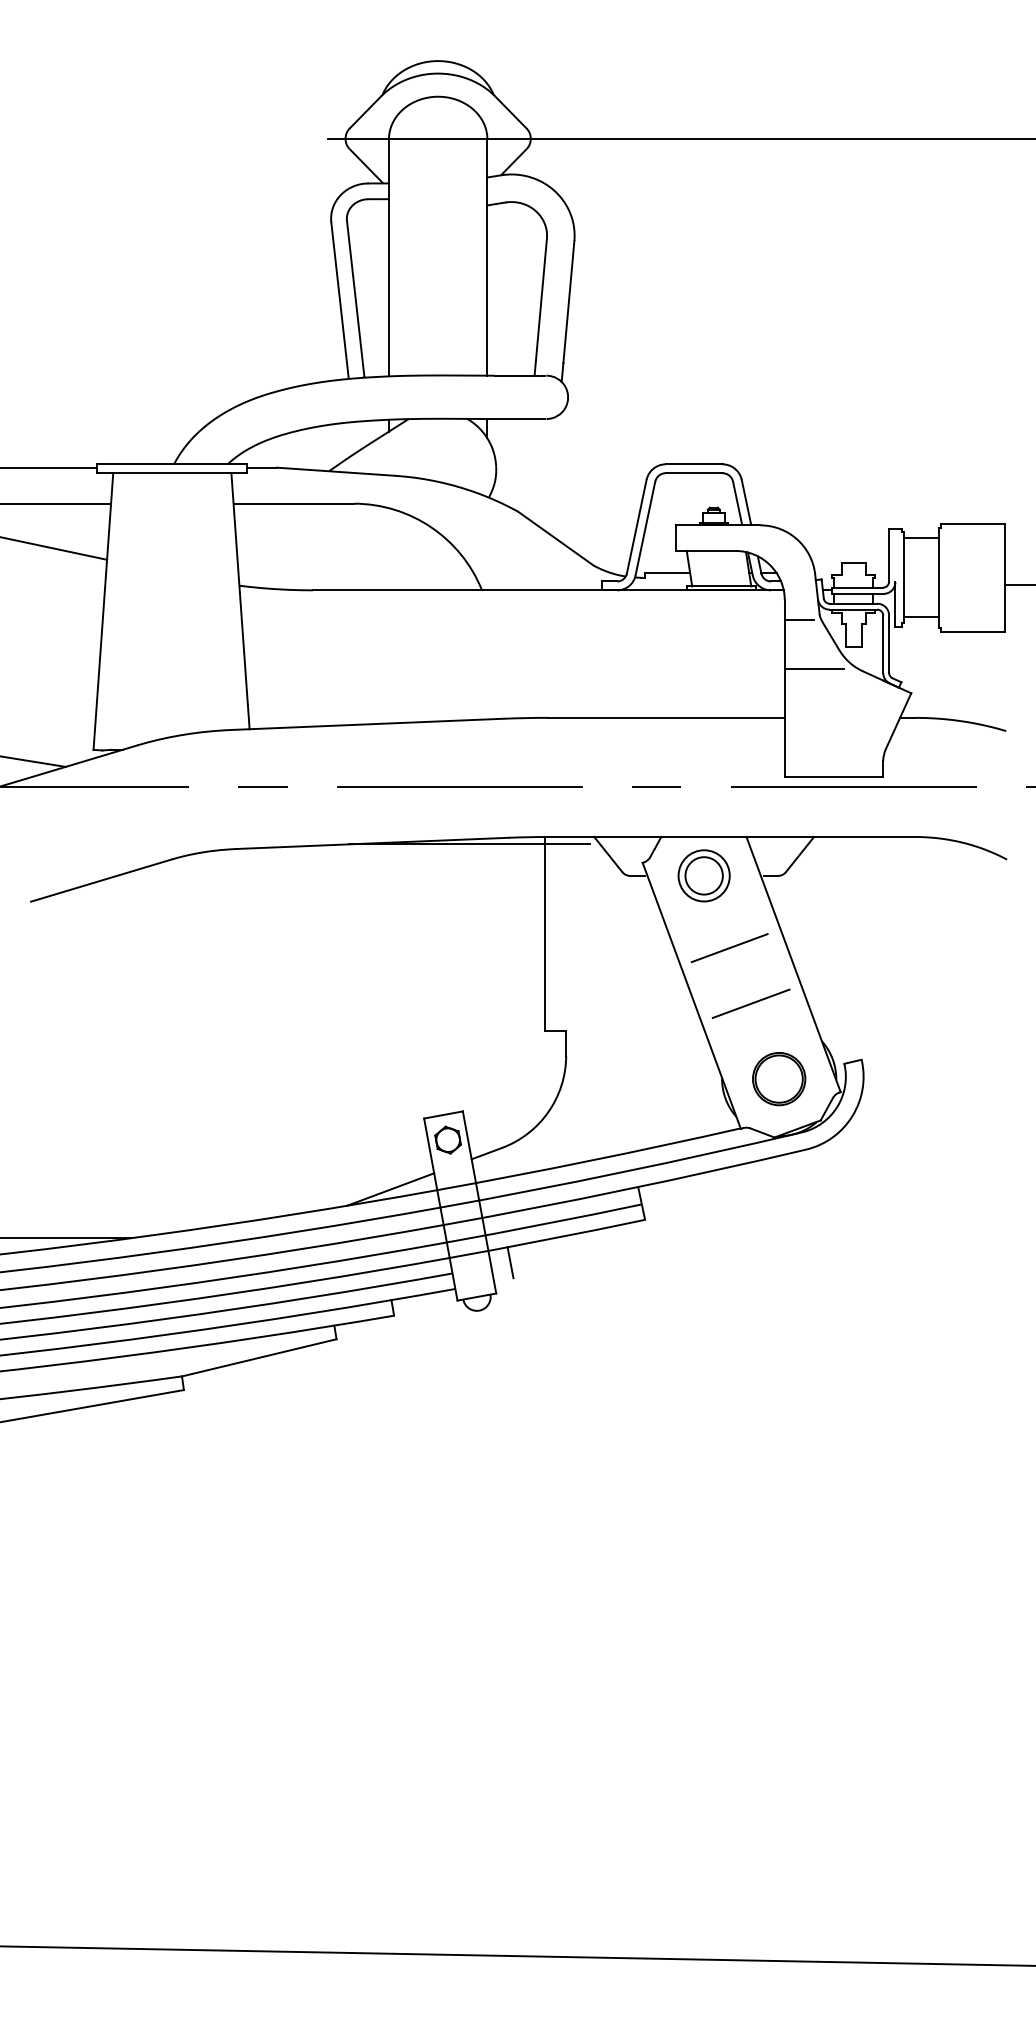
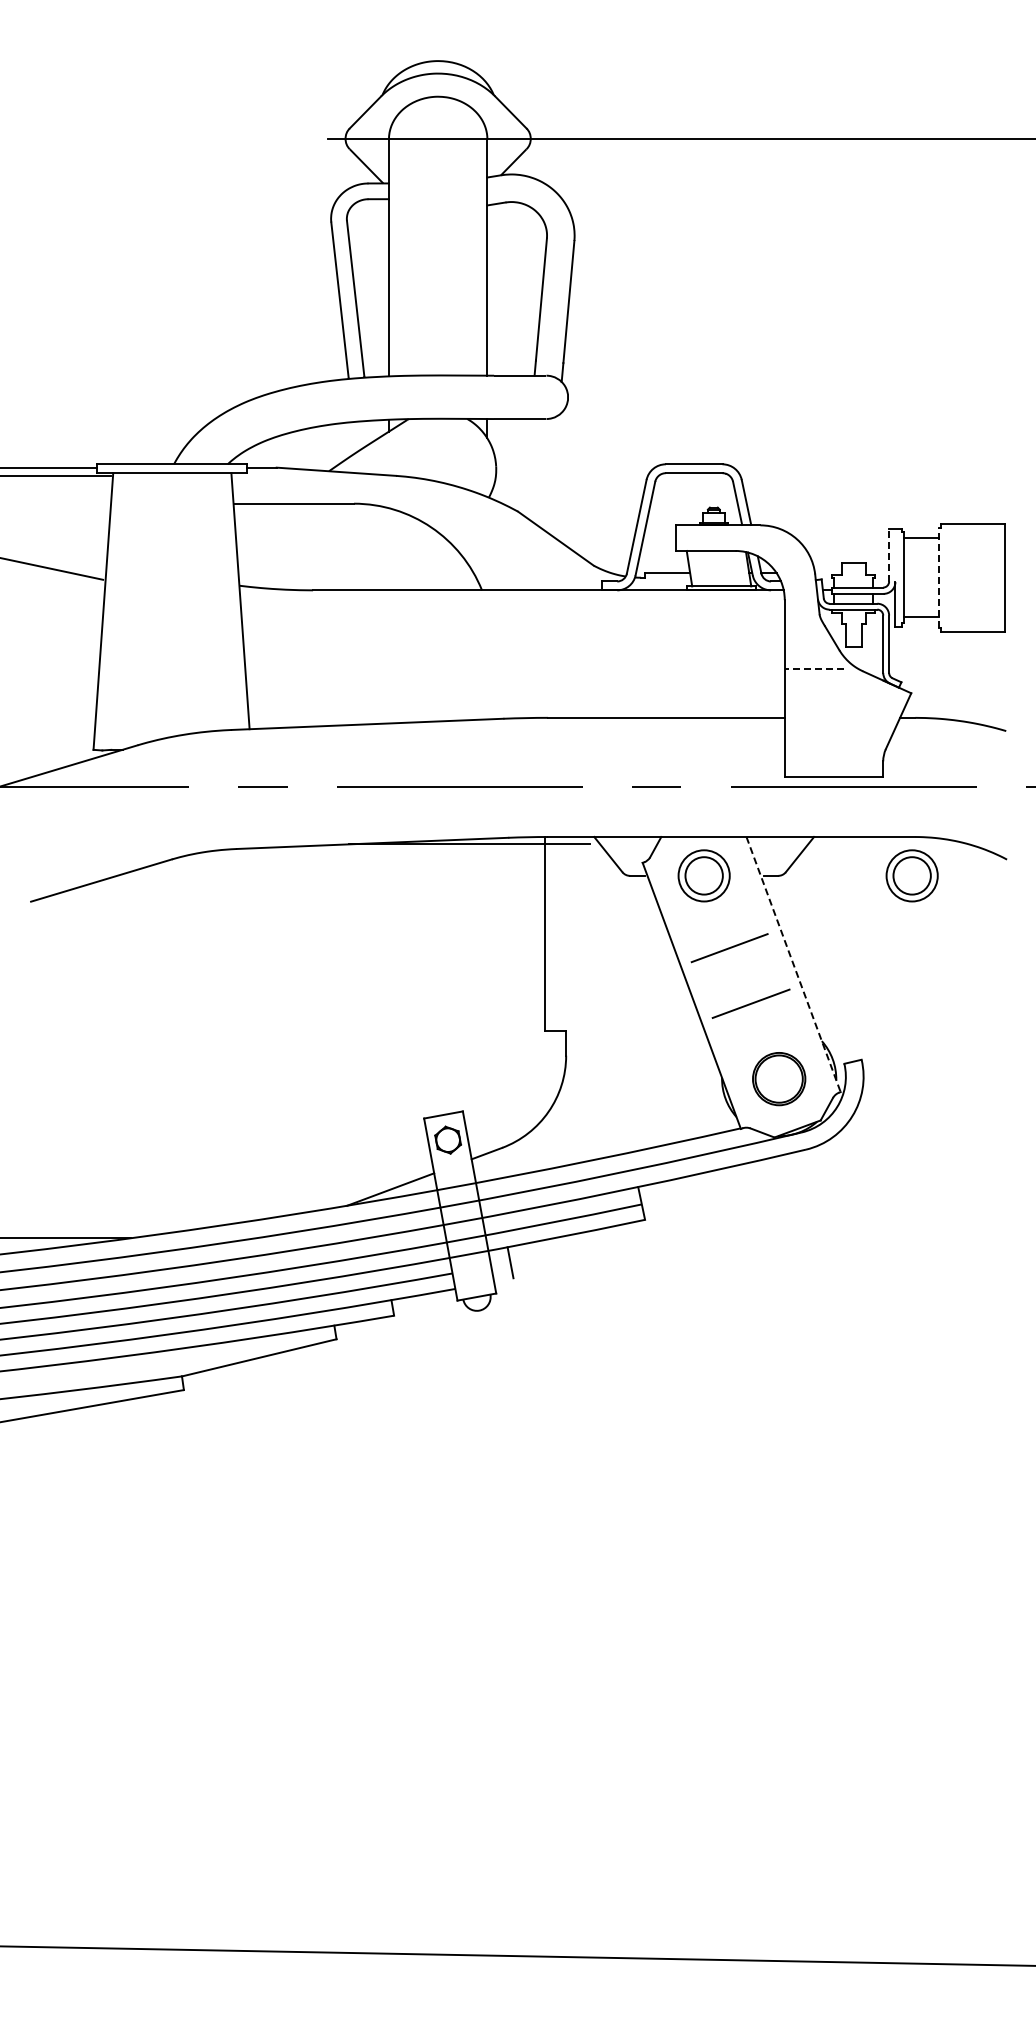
line at (56, 503) position: (56, 503) -> (56, 475)
line at (54, 548) position: (54, 548) -> (52, 568)
line at (889, 555): solid -> dashed
line at (939, 577): solid -> dashed
line at (1018, 584): present -> none
line at (799, 619): present -> none
line at (814, 669): solid -> dashed
line at (33, 761): present -> none
part at (911, 875): none -> present
line at (793, 964): solid -> dashed
